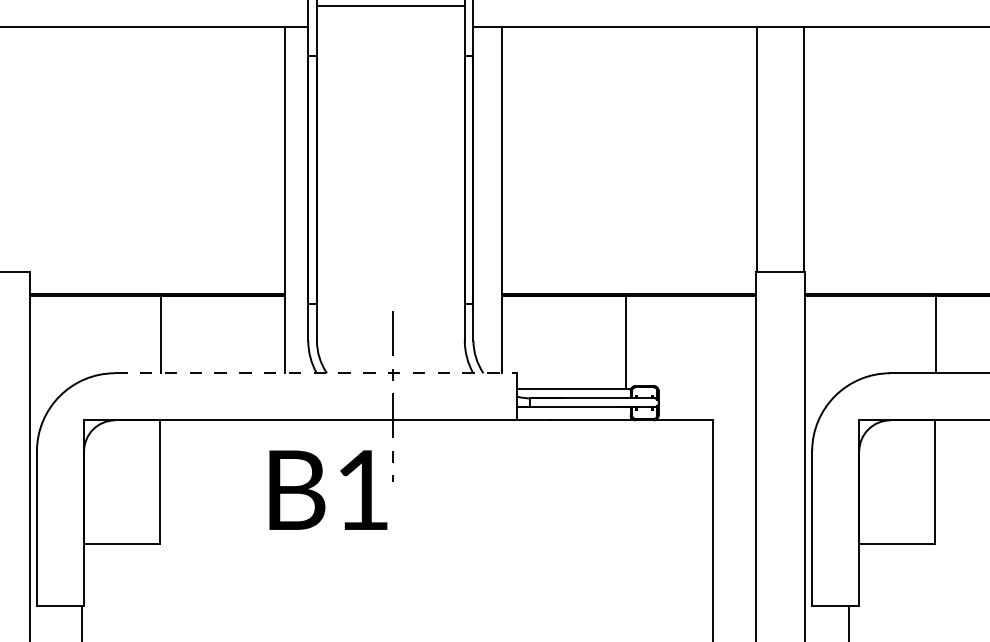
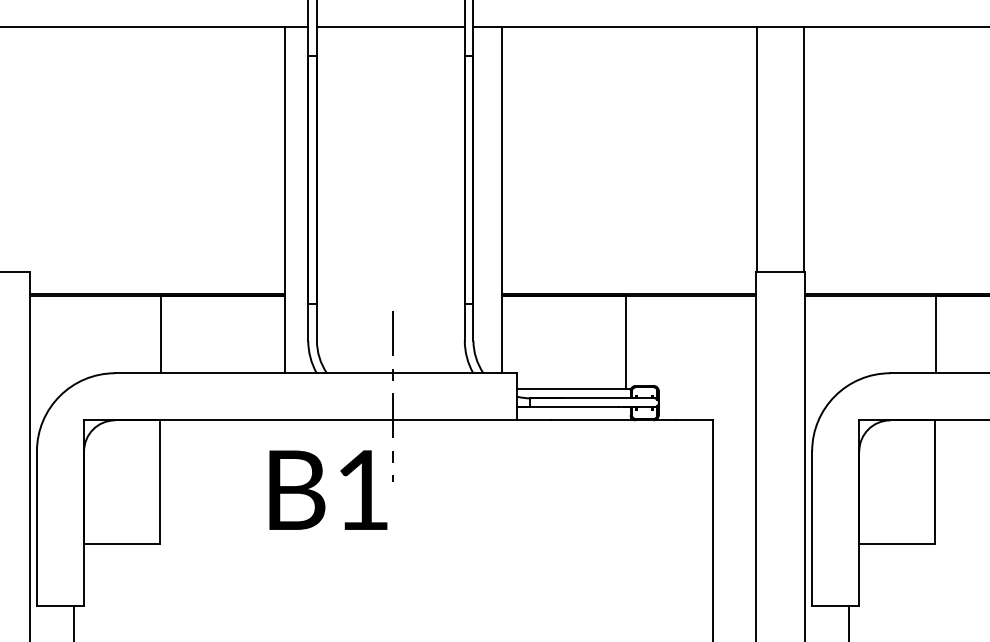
line at (390, 6) position: (390, 6) -> (390, 27)
line at (316, 373): dashed -> solid
line at (81, 622) position: (81, 622) -> (73, 622)
